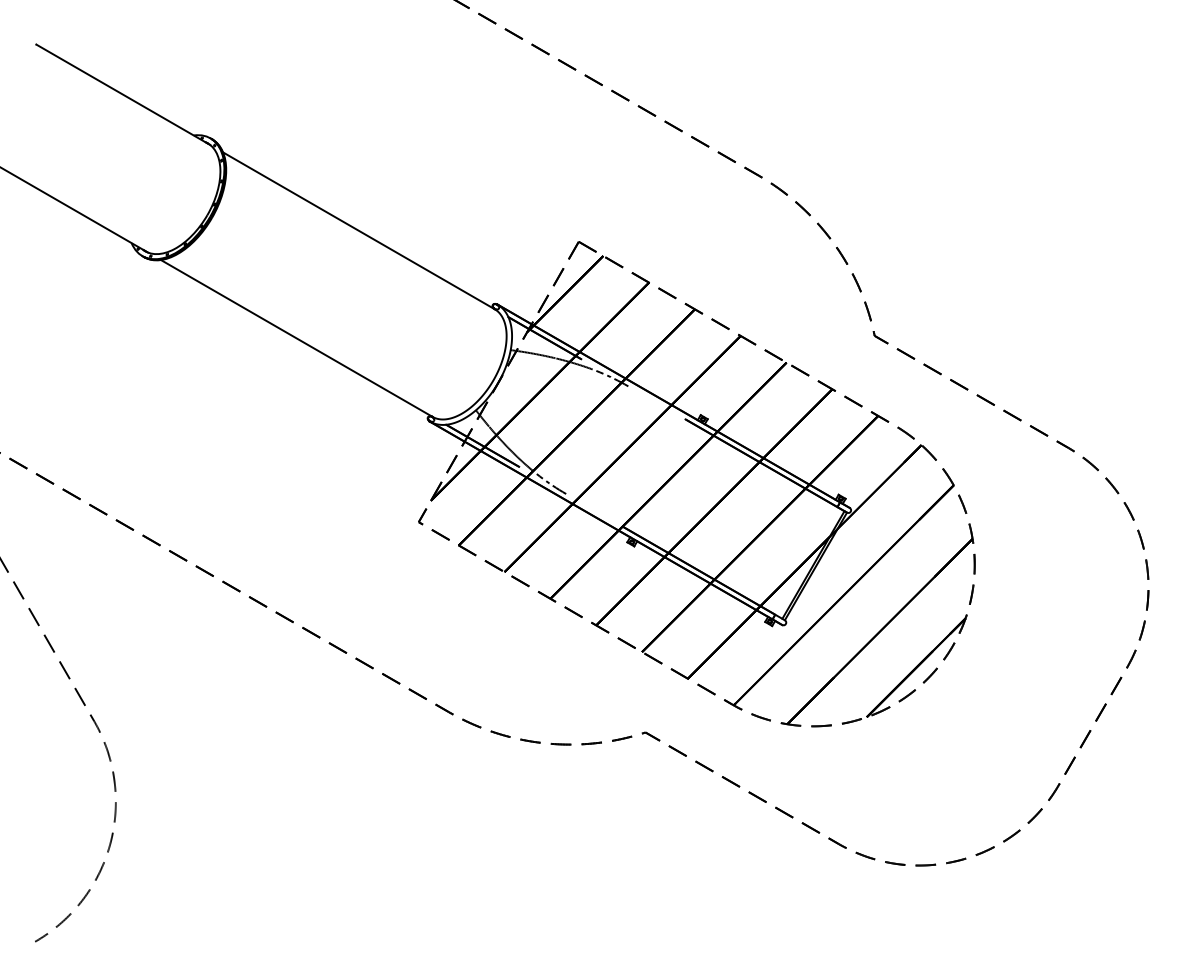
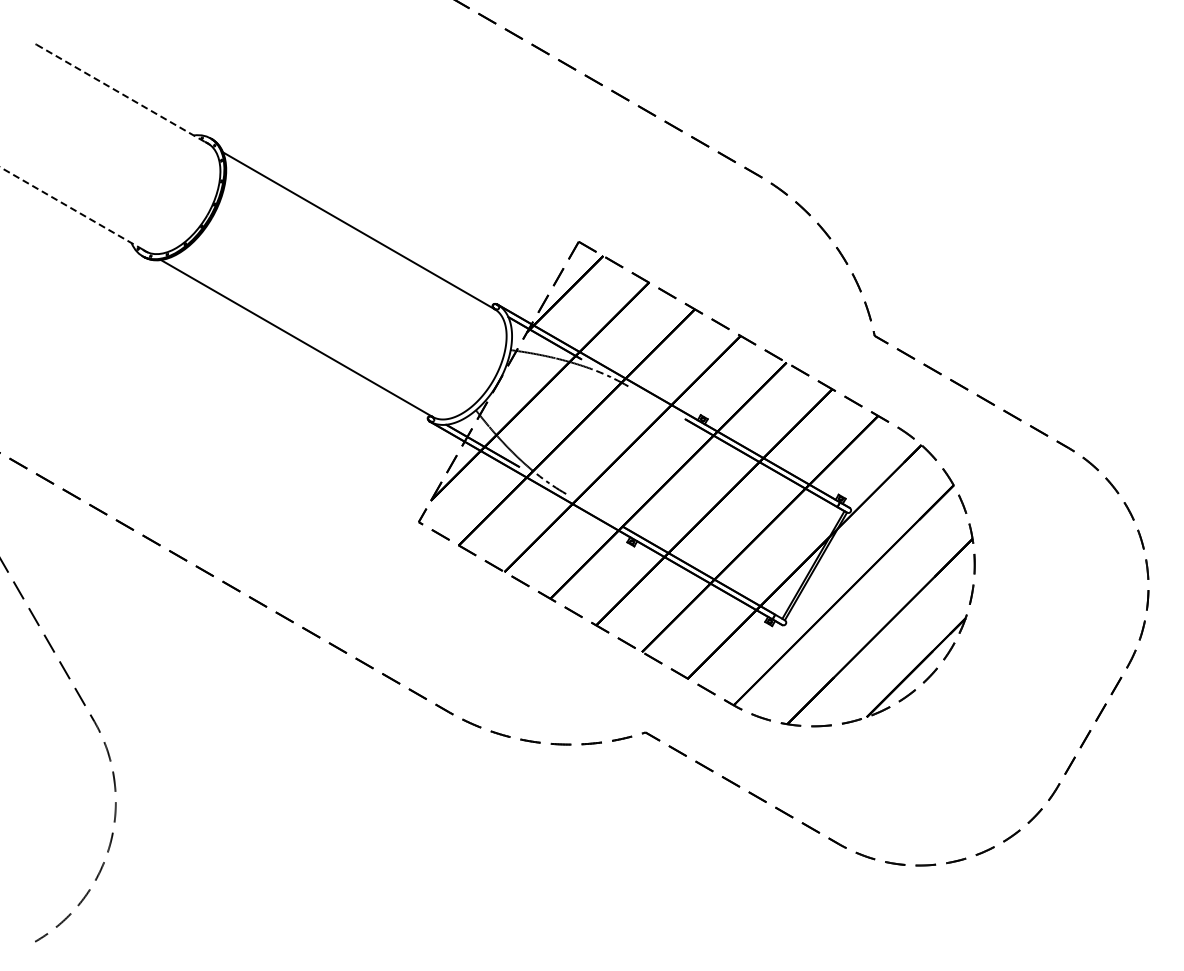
line at (123, 95): solid -> dashed
line at (74, 210): solid -> dashed
